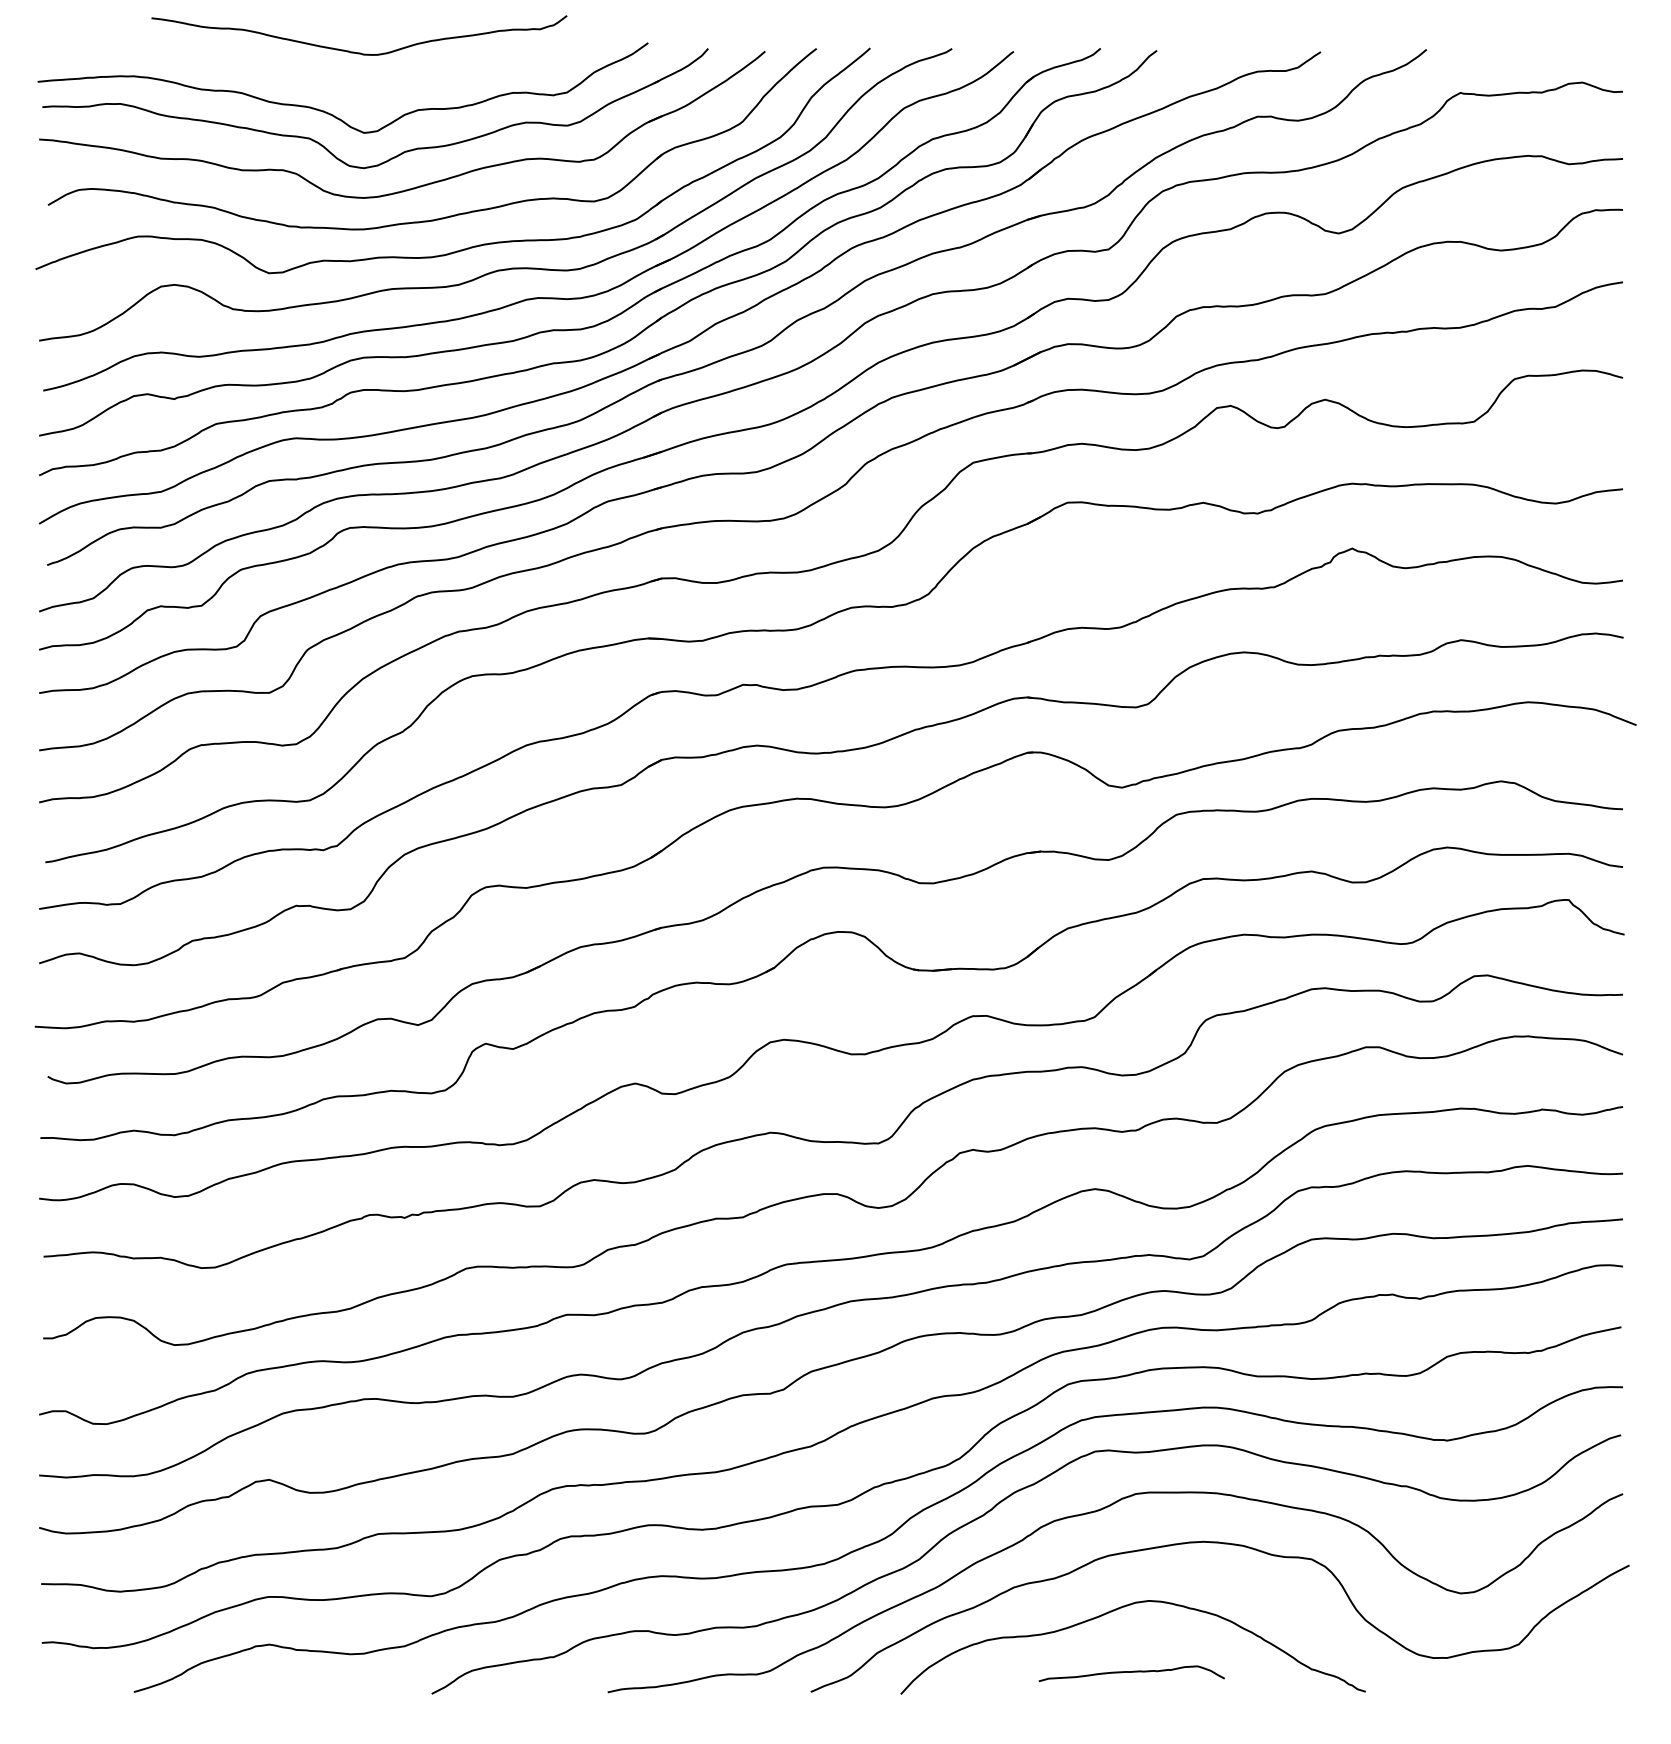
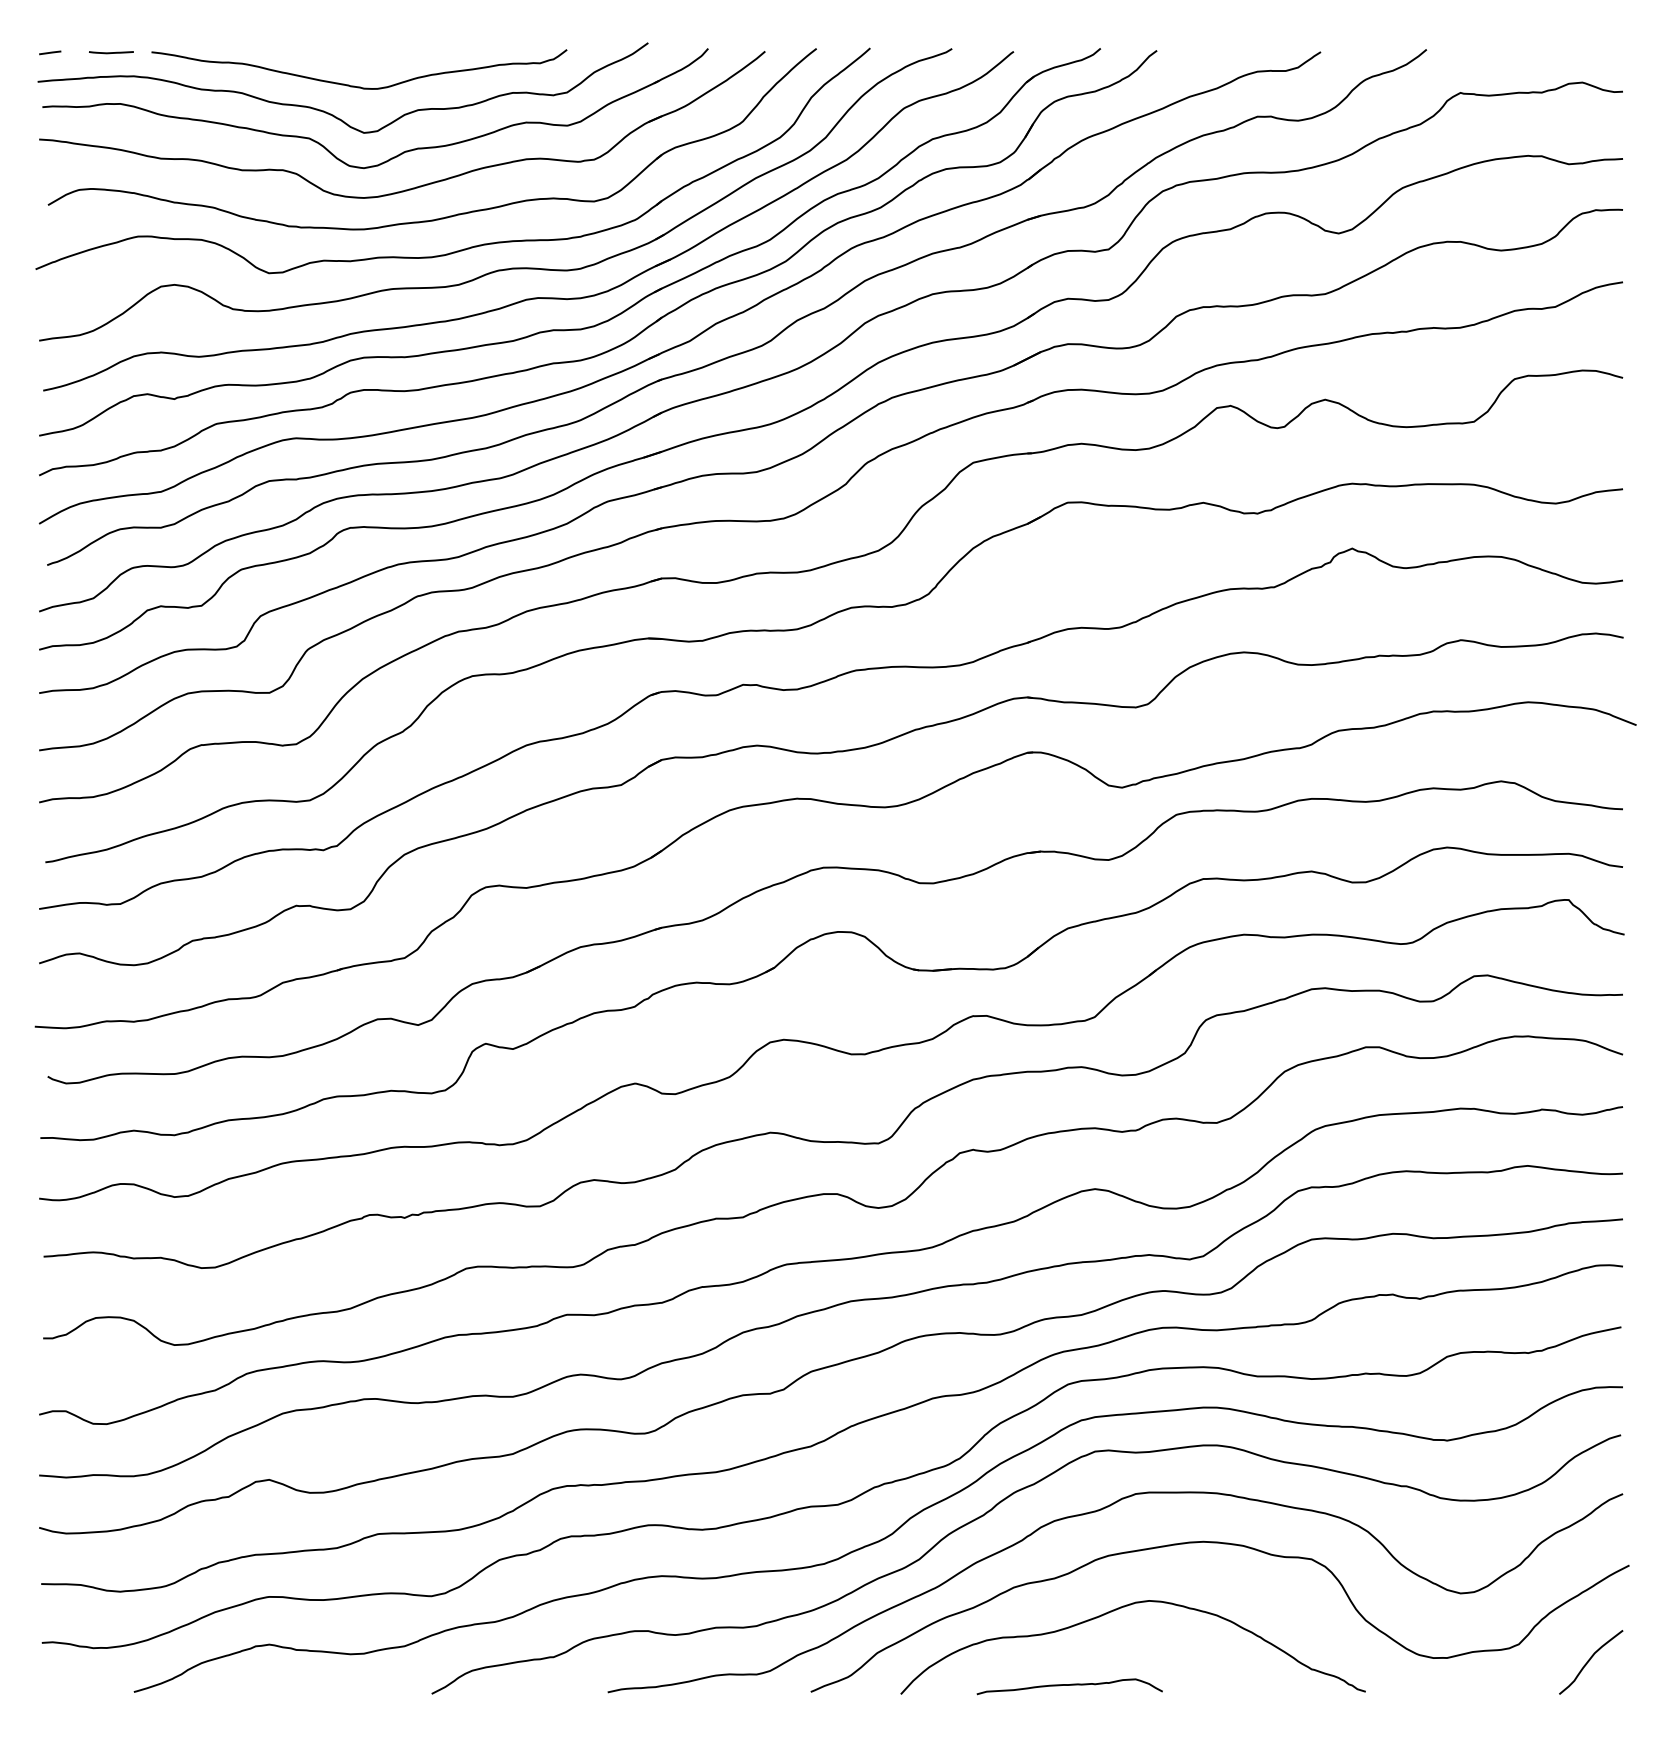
curve at (354, 51) position: (354, 51) -> (354, 85)
line at (50, 52): none -> present
line at (111, 52): none -> present
curve at (1590, 1660): none -> present
curve at (1131, 1672) position: (1131, 1672) -> (1069, 1685)
